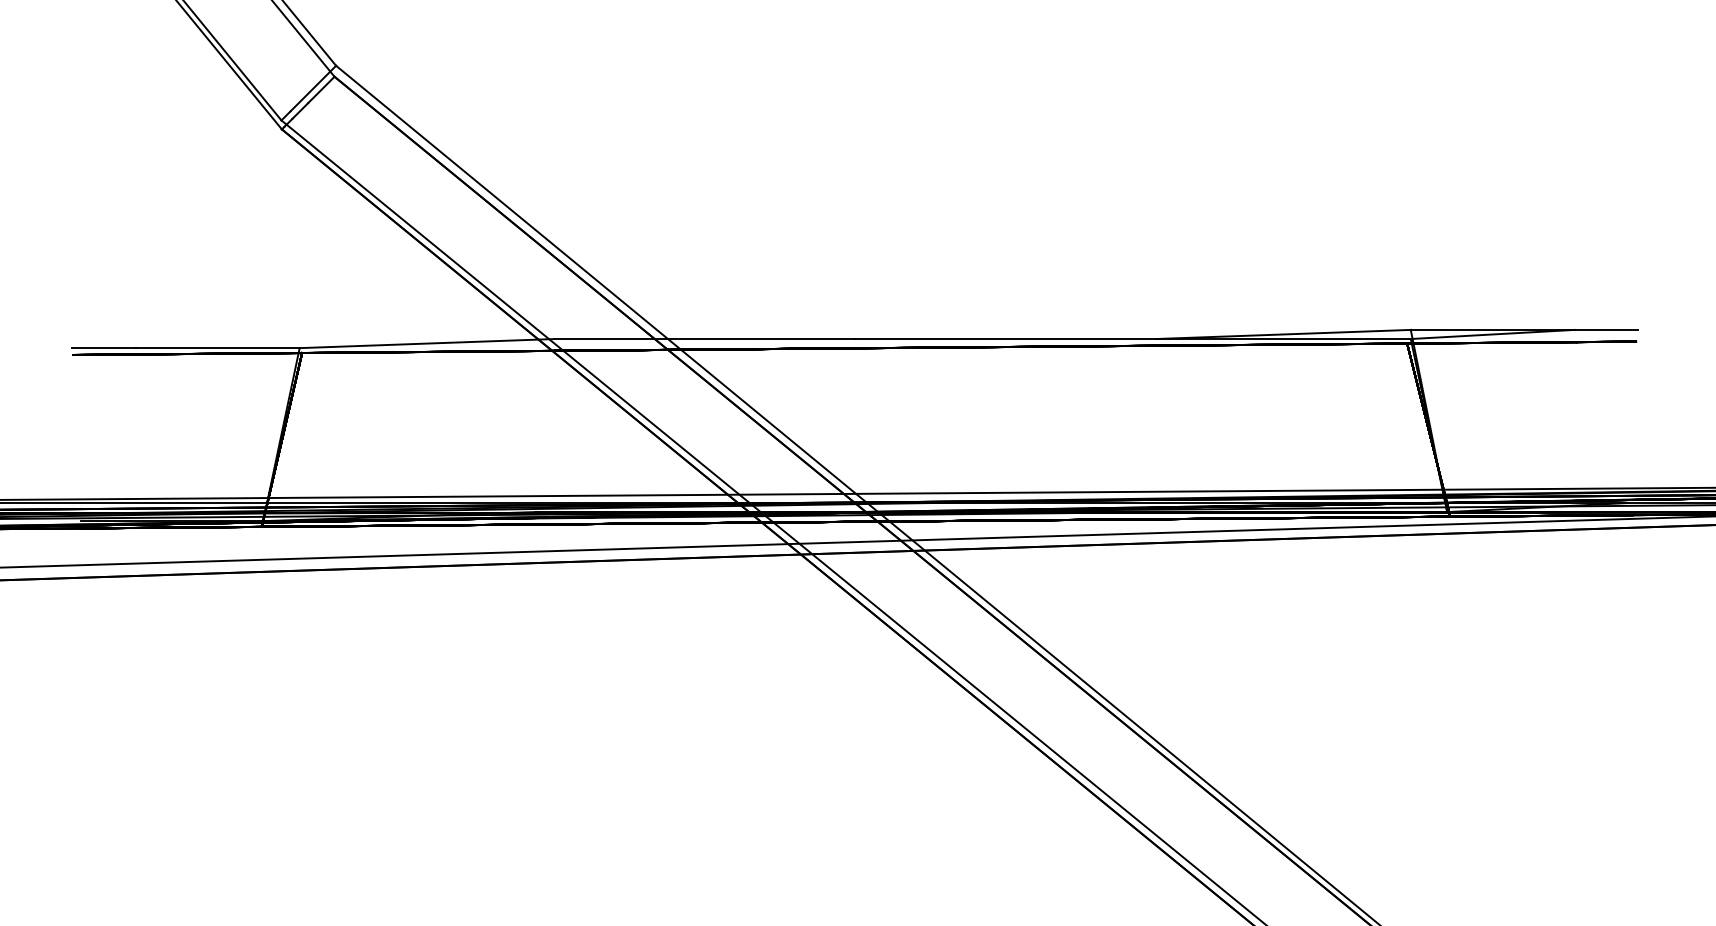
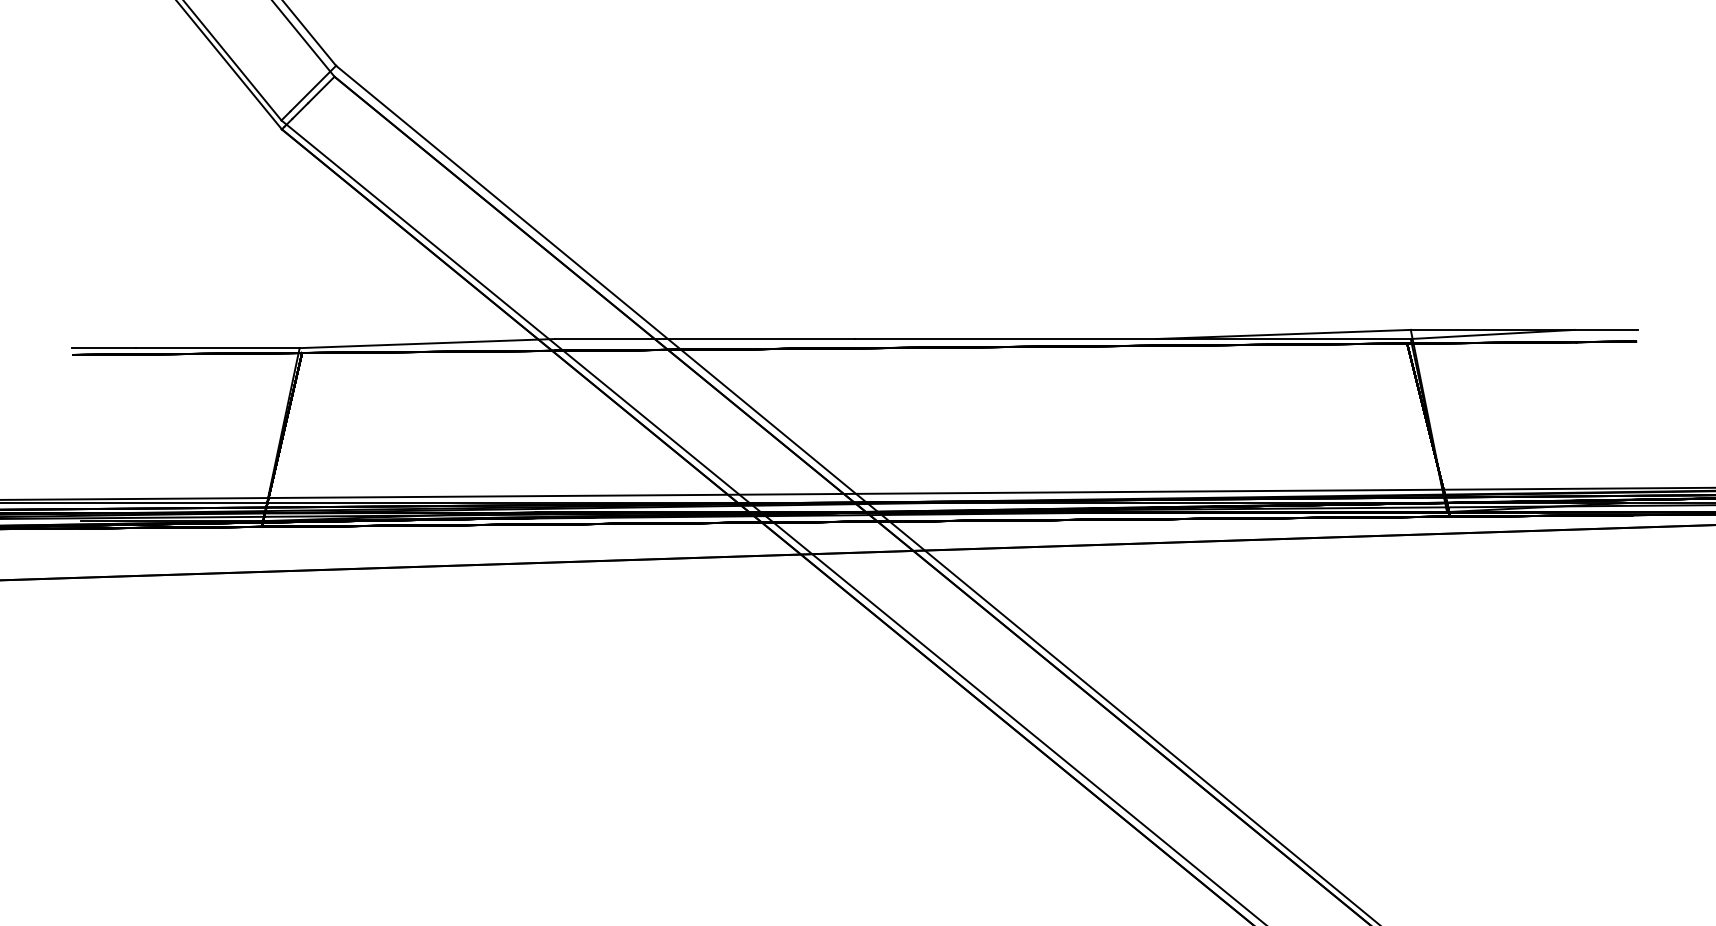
line at (857, 541): present -> none
